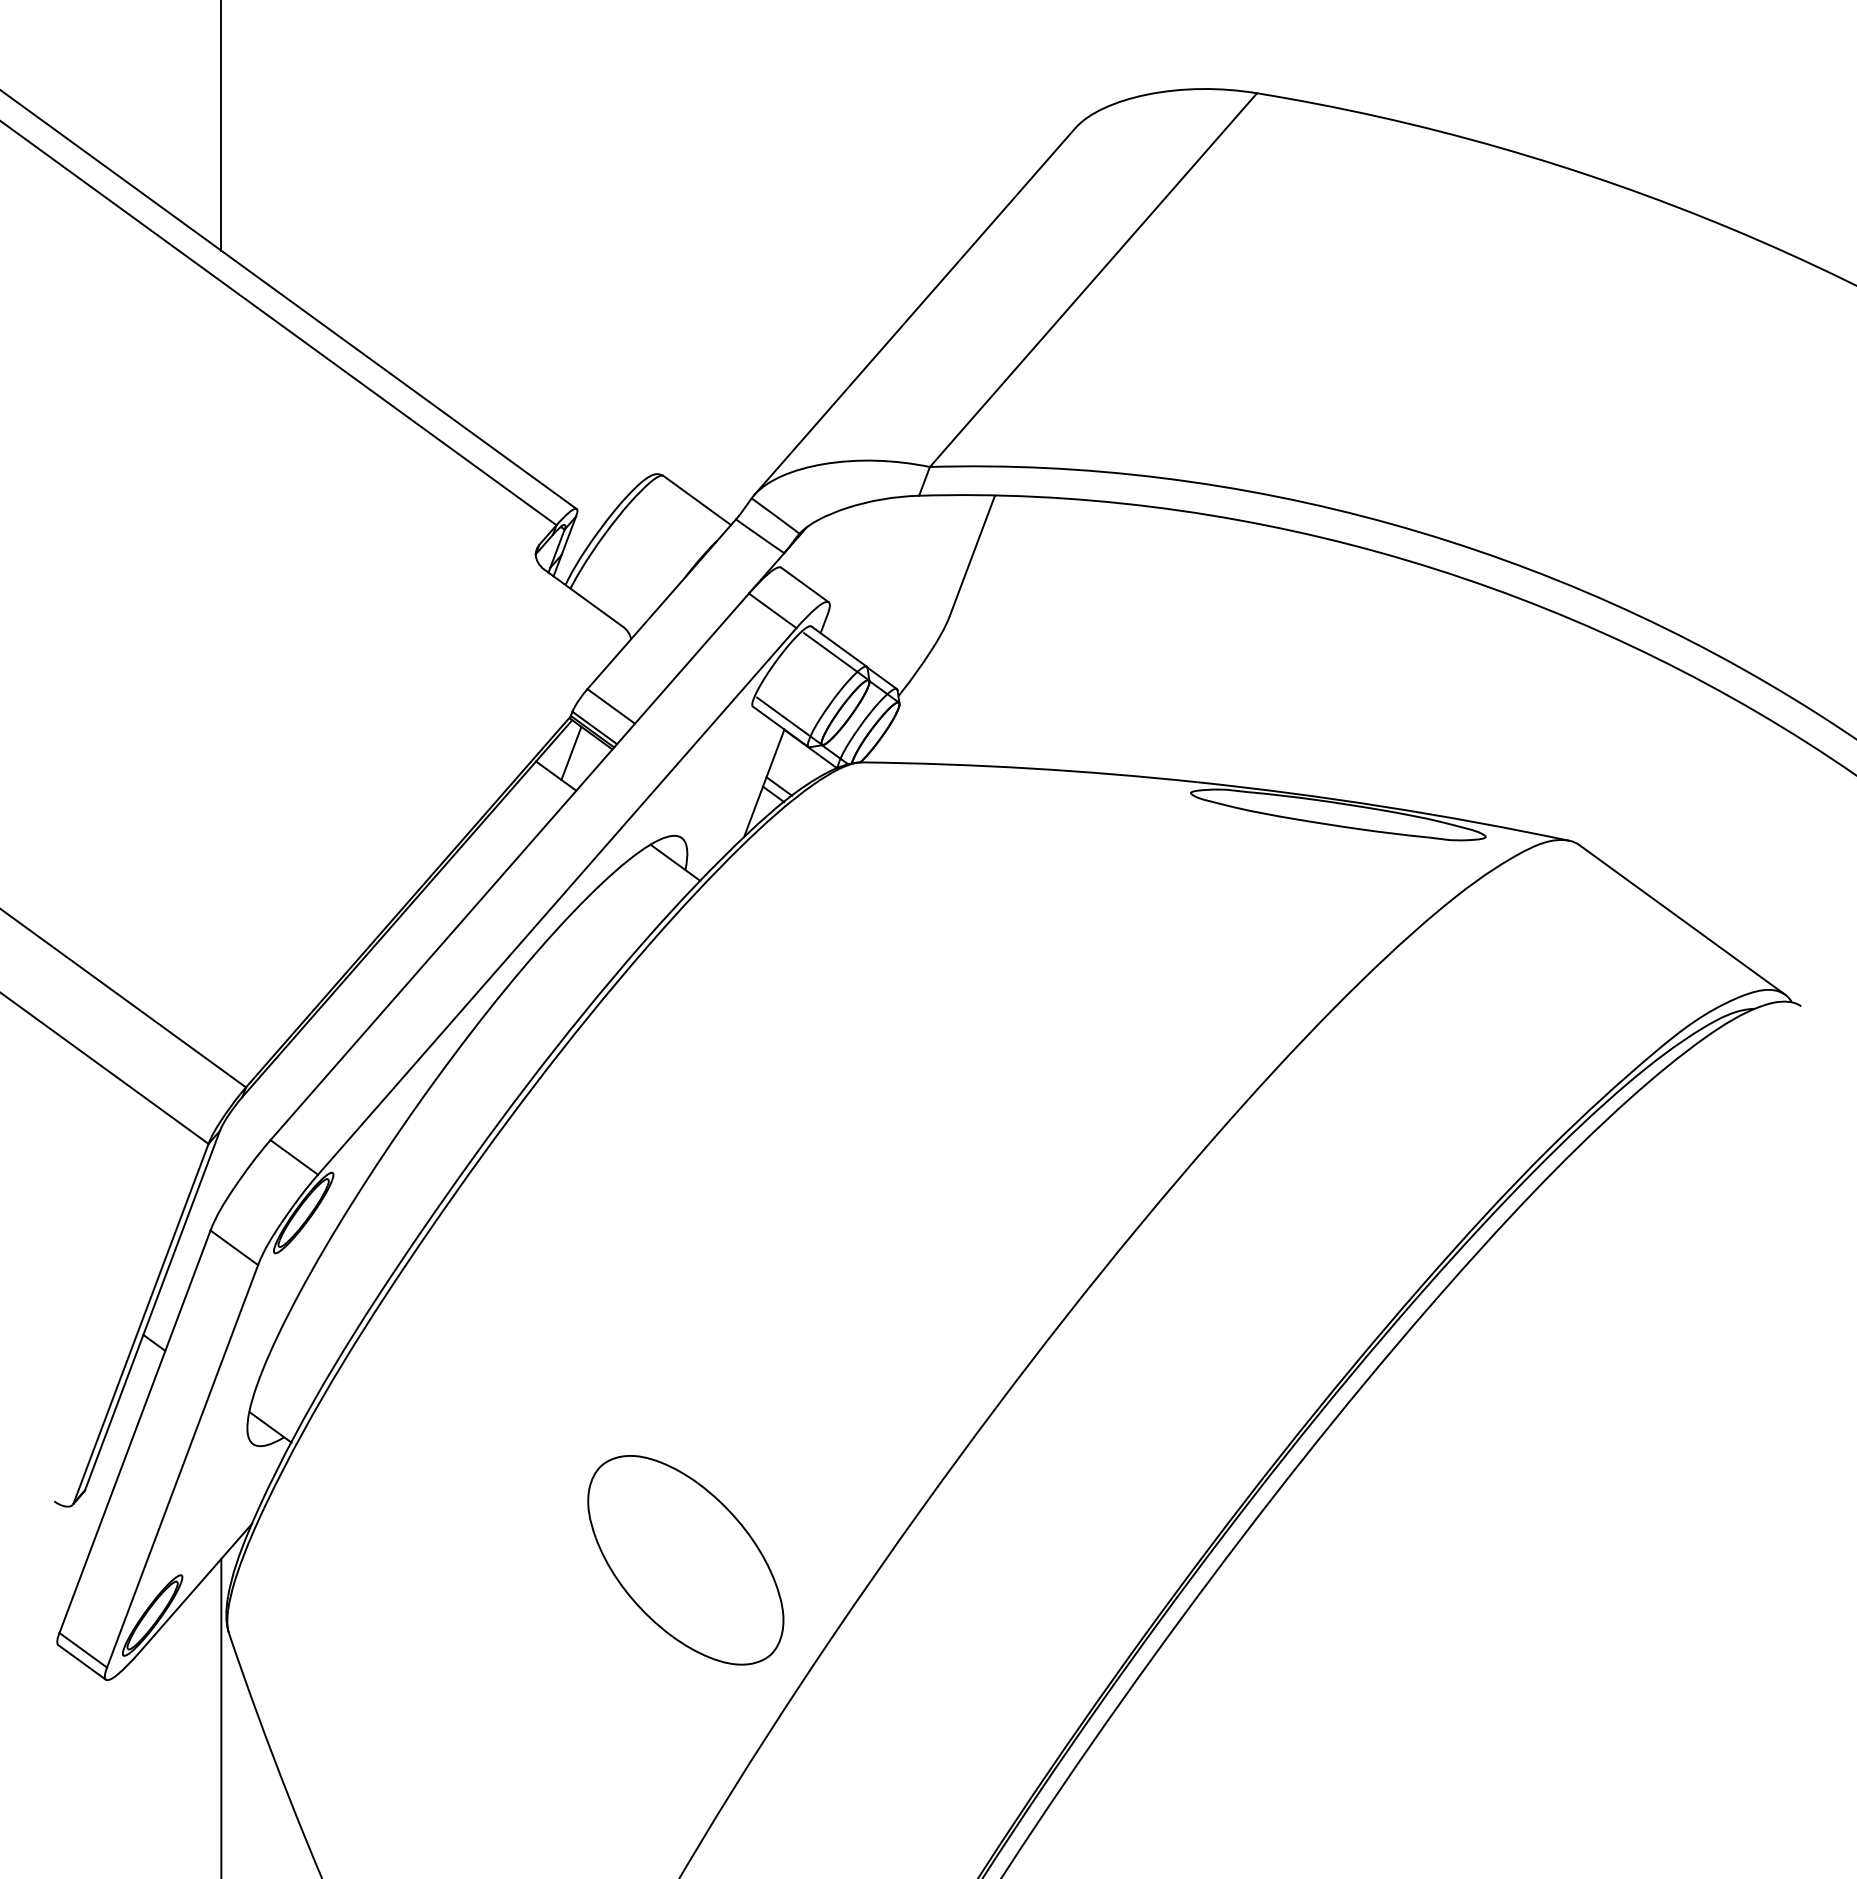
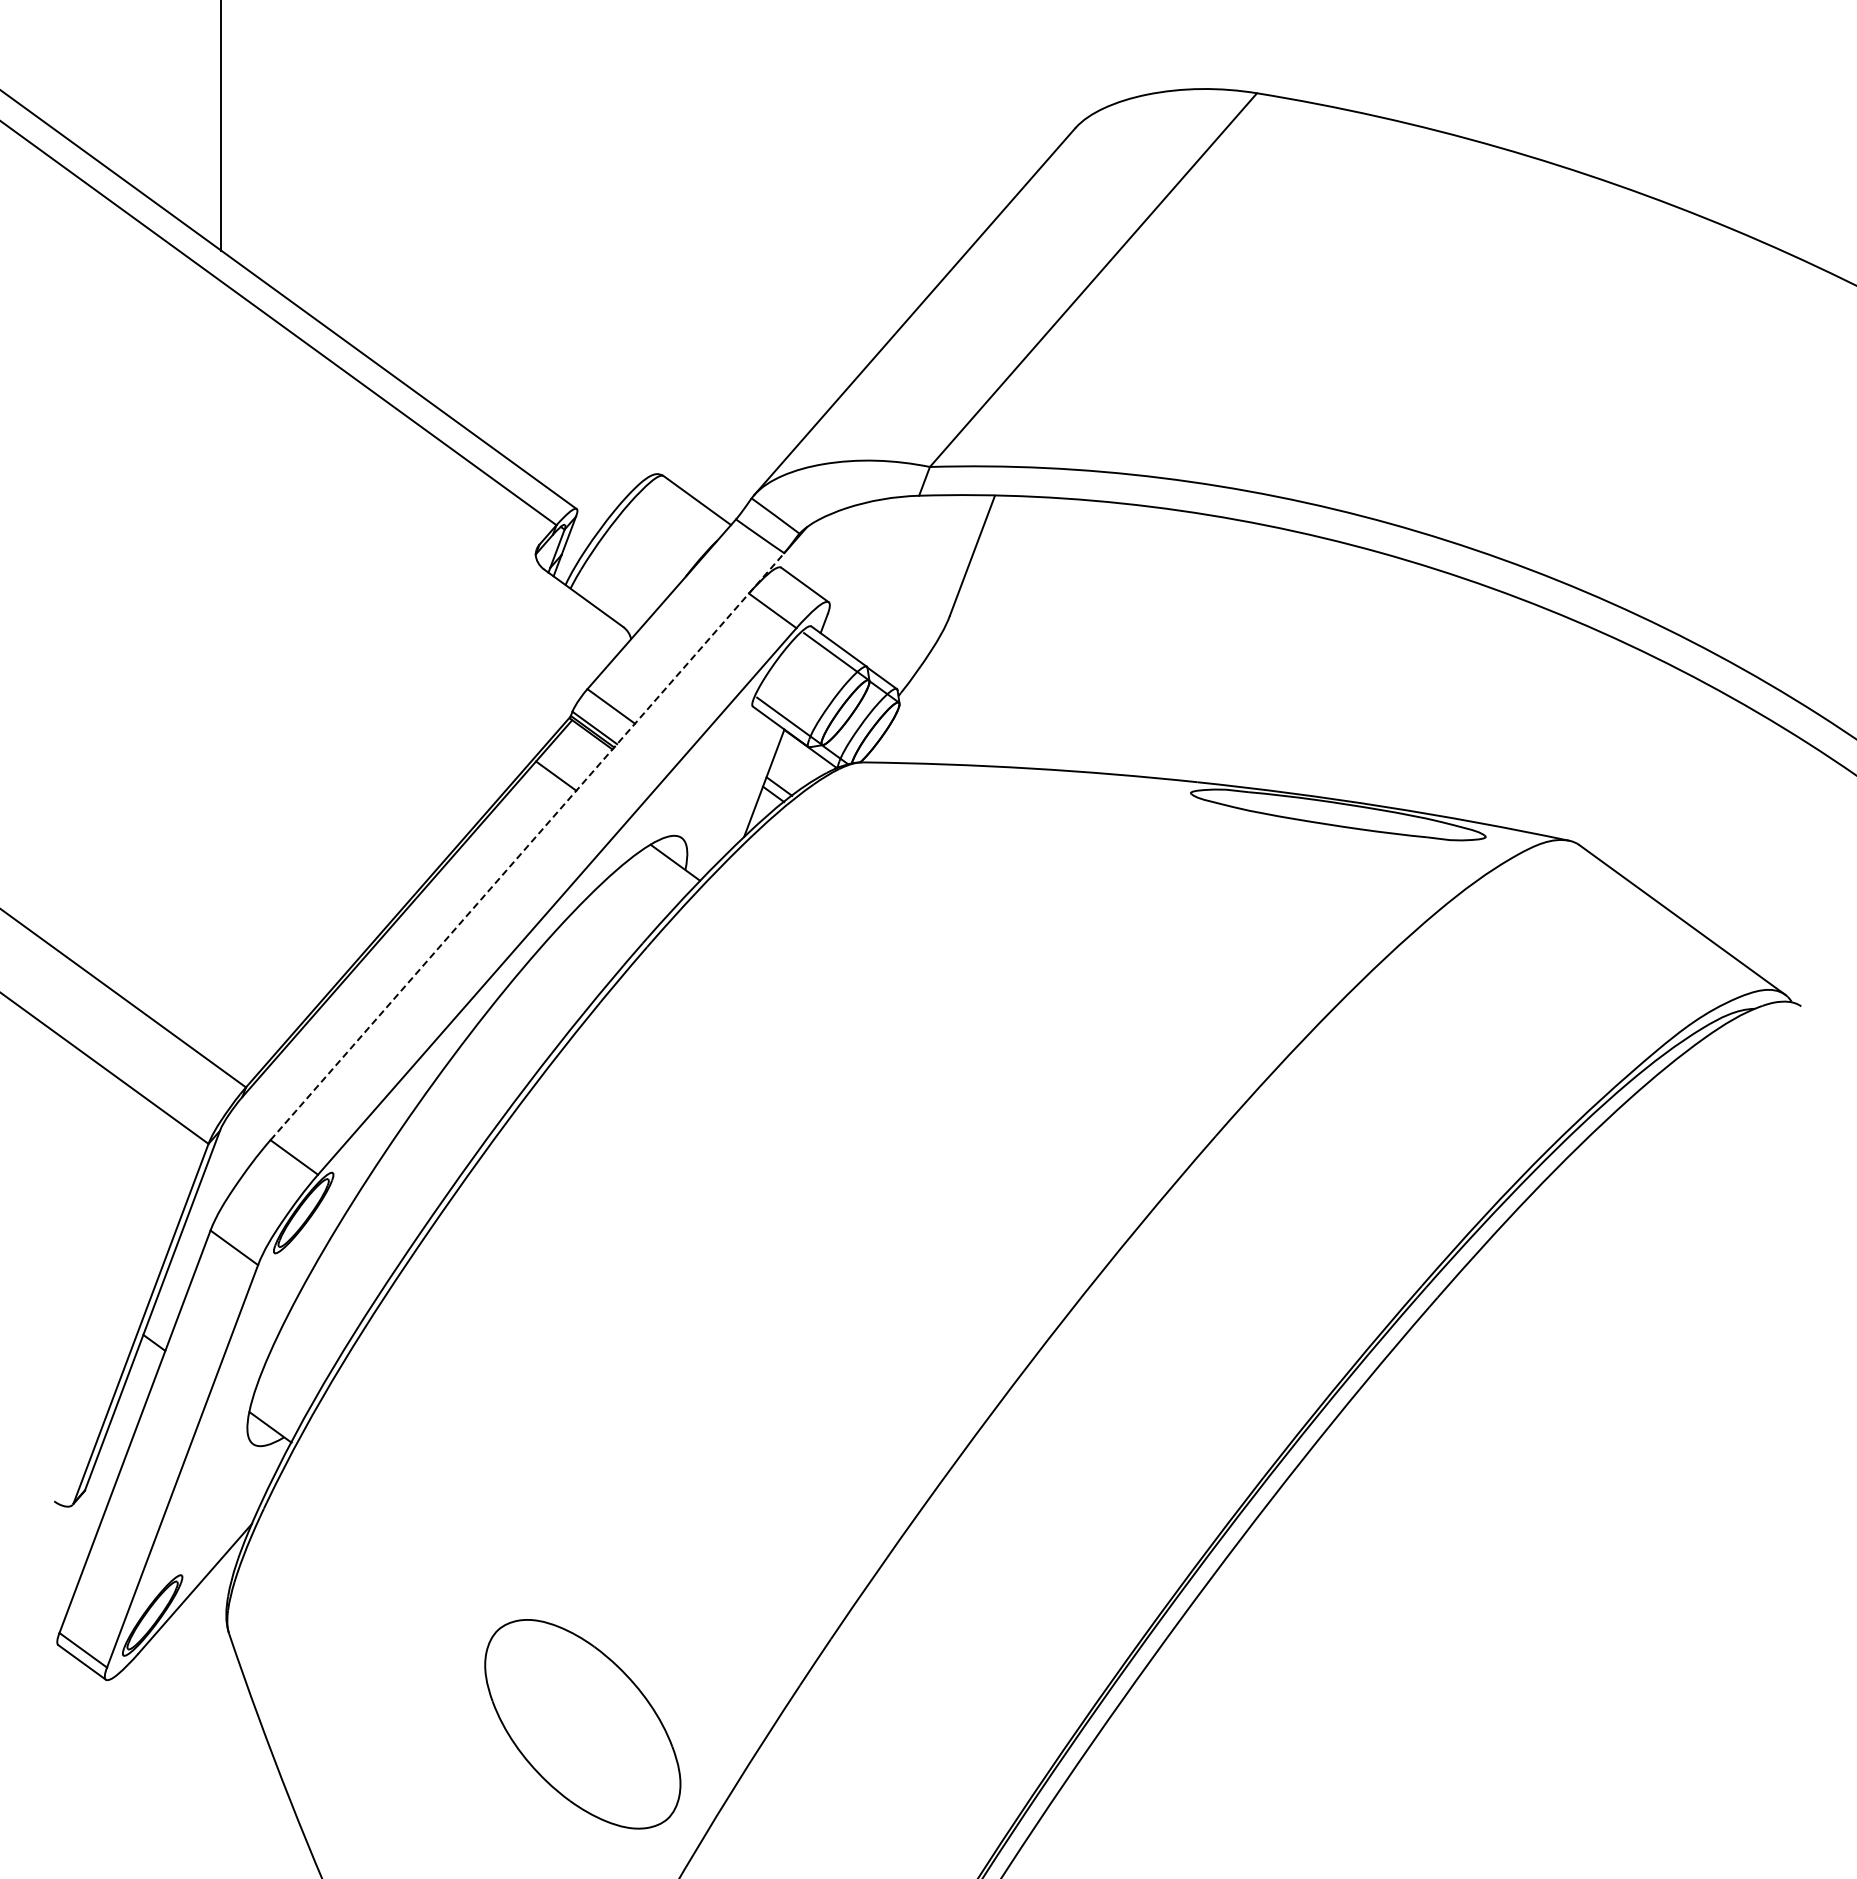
line at (571, 752): present -> none
line at (527, 846): solid -> dashed
part at (685, 1560) position: (685, 1560) -> (582, 1724)
line at (221, 1716): present -> none
